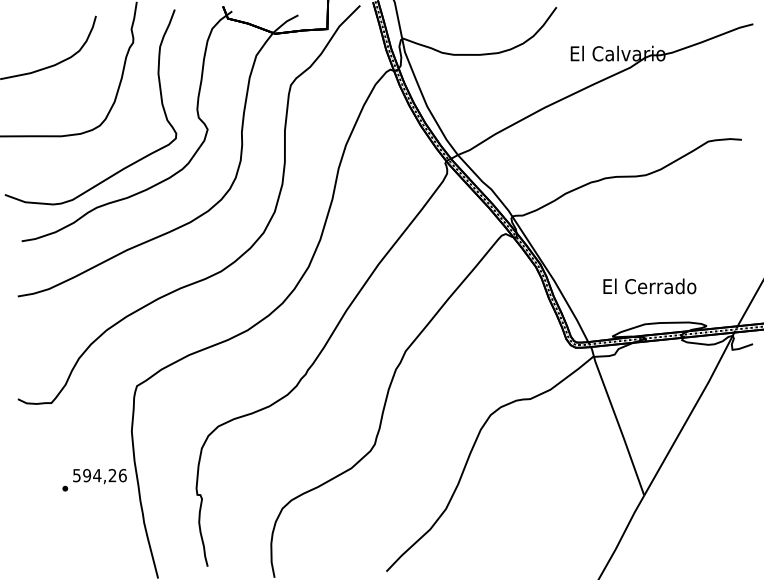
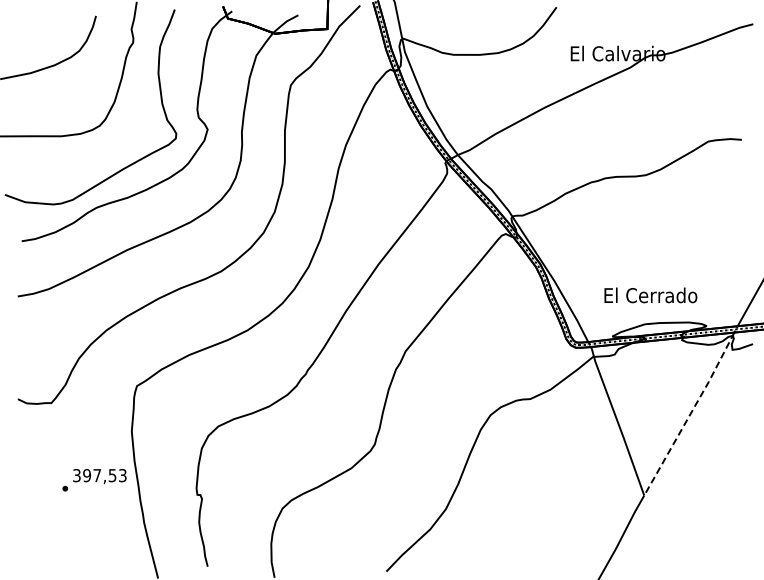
text at (649, 286) position: (649, 286) -> (650, 295)
line at (690, 414): solid -> dashed
text at (99, 475): 594,26 -> 397,53
